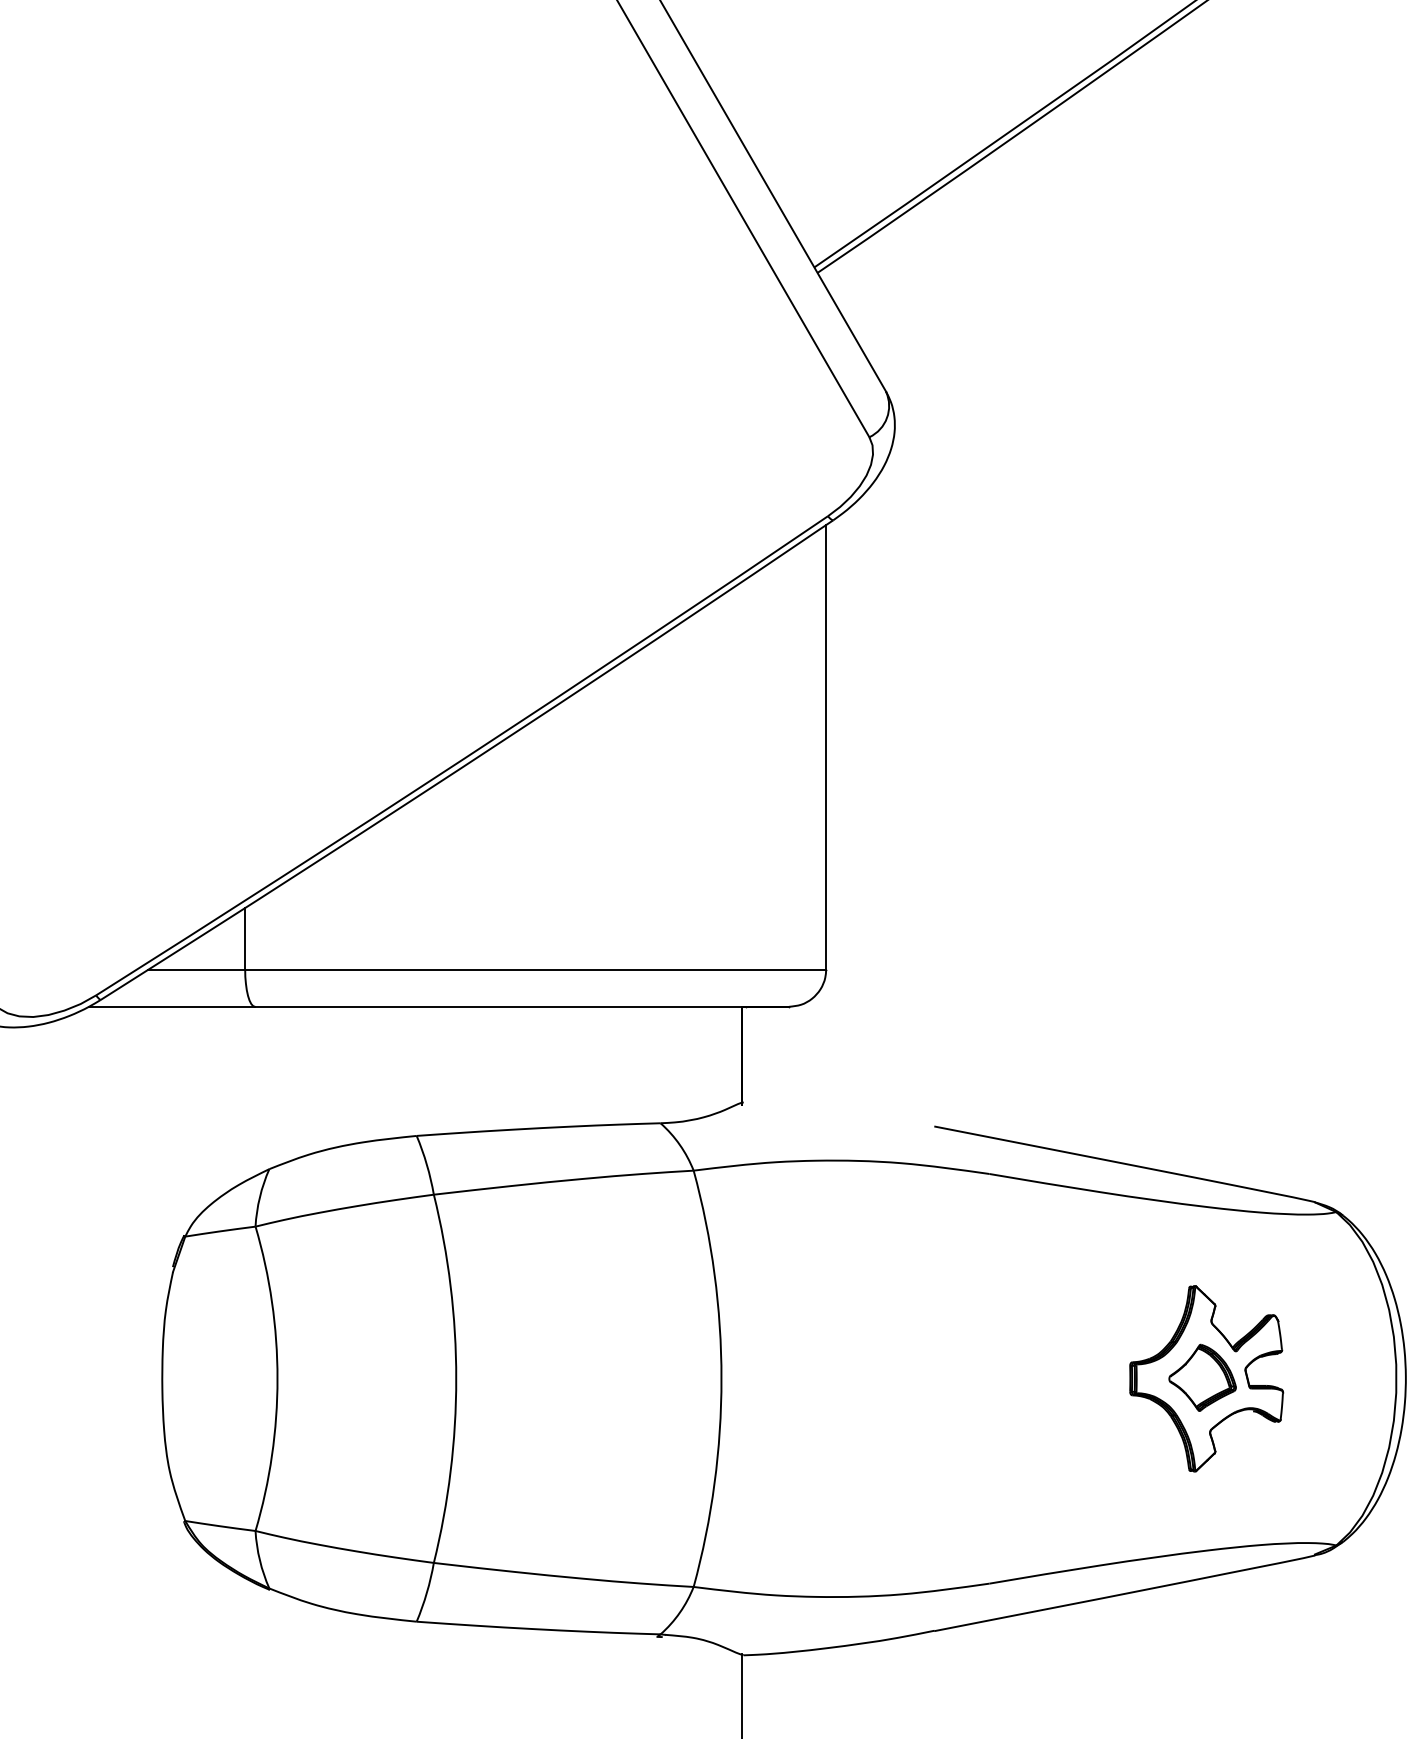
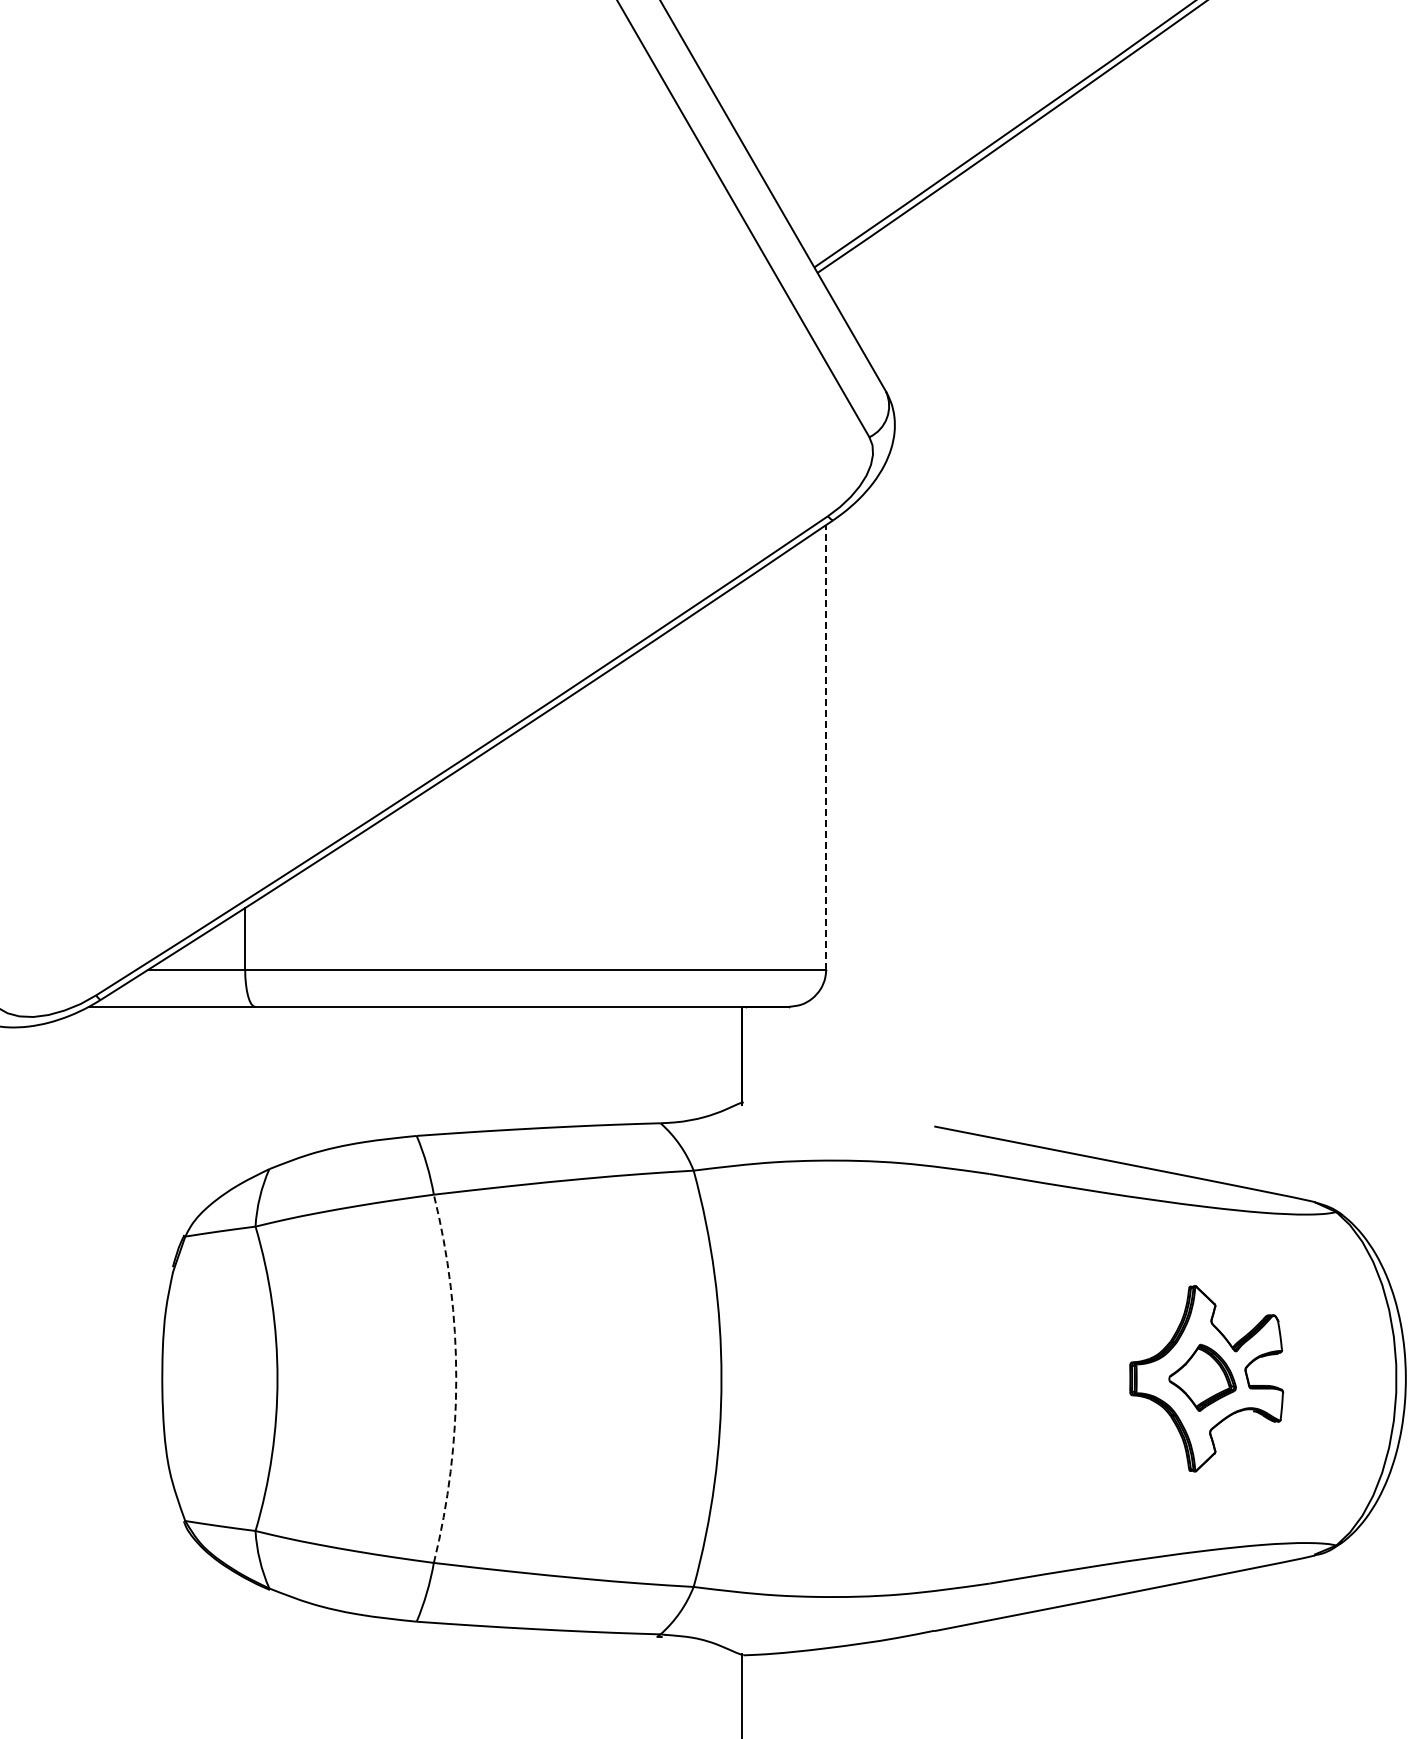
line at (826, 746): solid -> dashed
arc at (456, 1378): solid -> dashed
